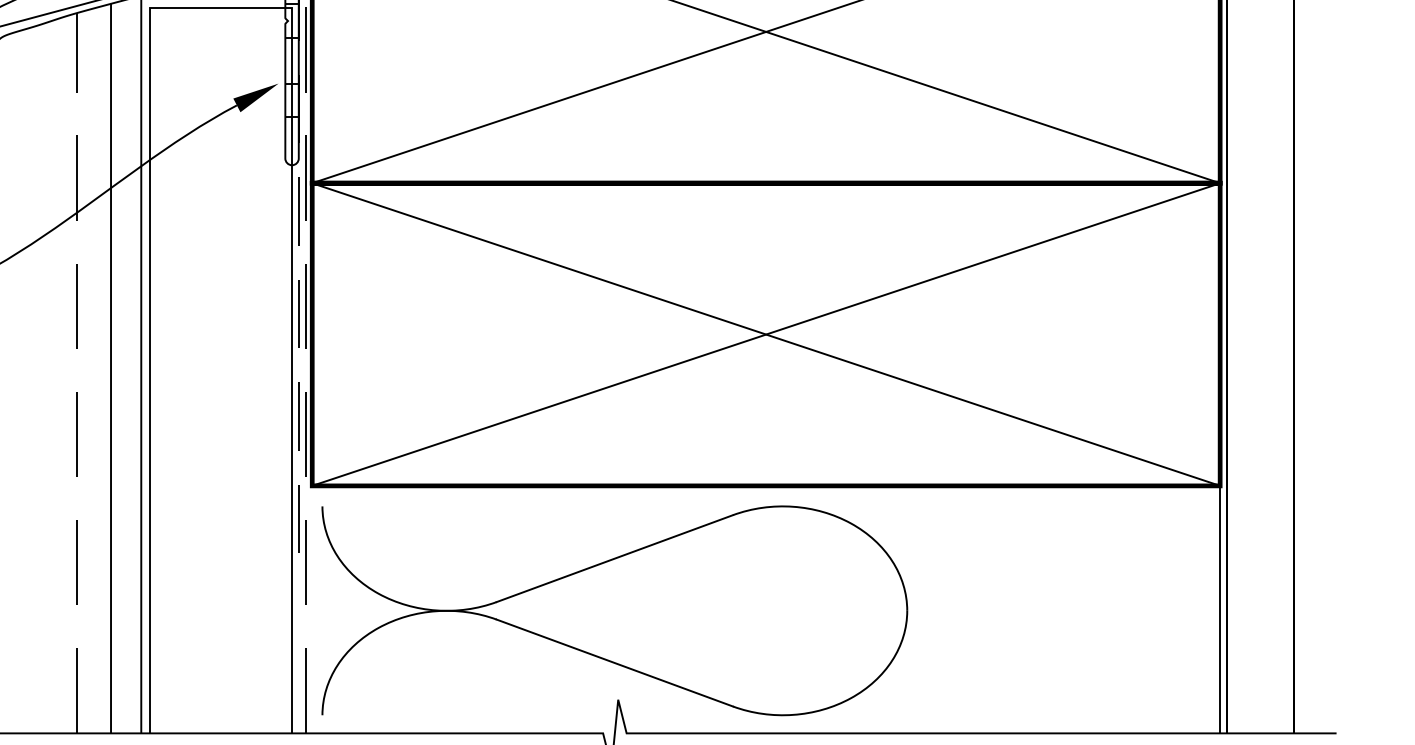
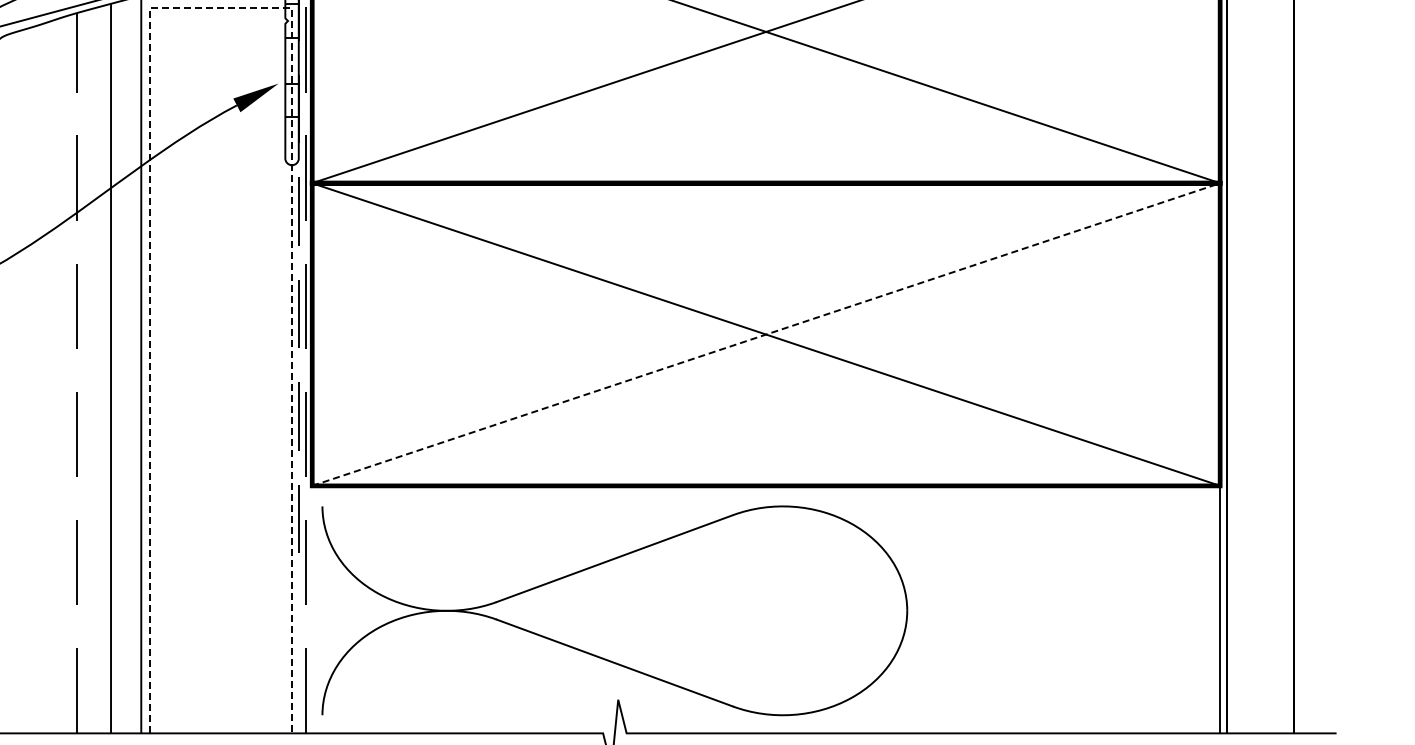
line at (221, 8): solid -> dashed
line at (766, 334): solid -> dashed
